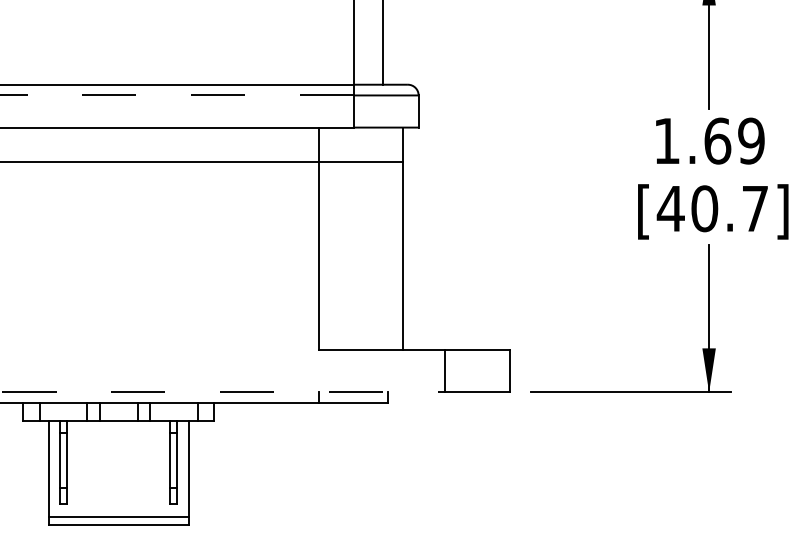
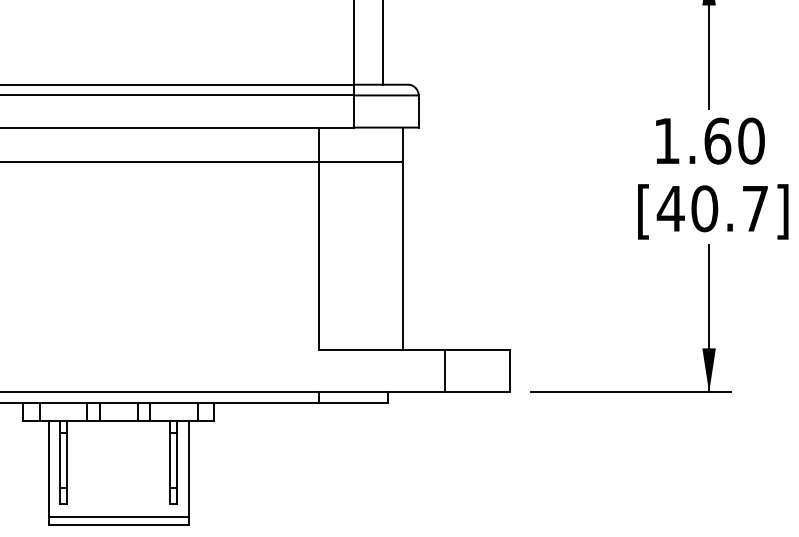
line at (177, 95): dashed -> solid
text at (751, 140): 1.69 -> 1.60
line at (223, 392): dashed -> solid
